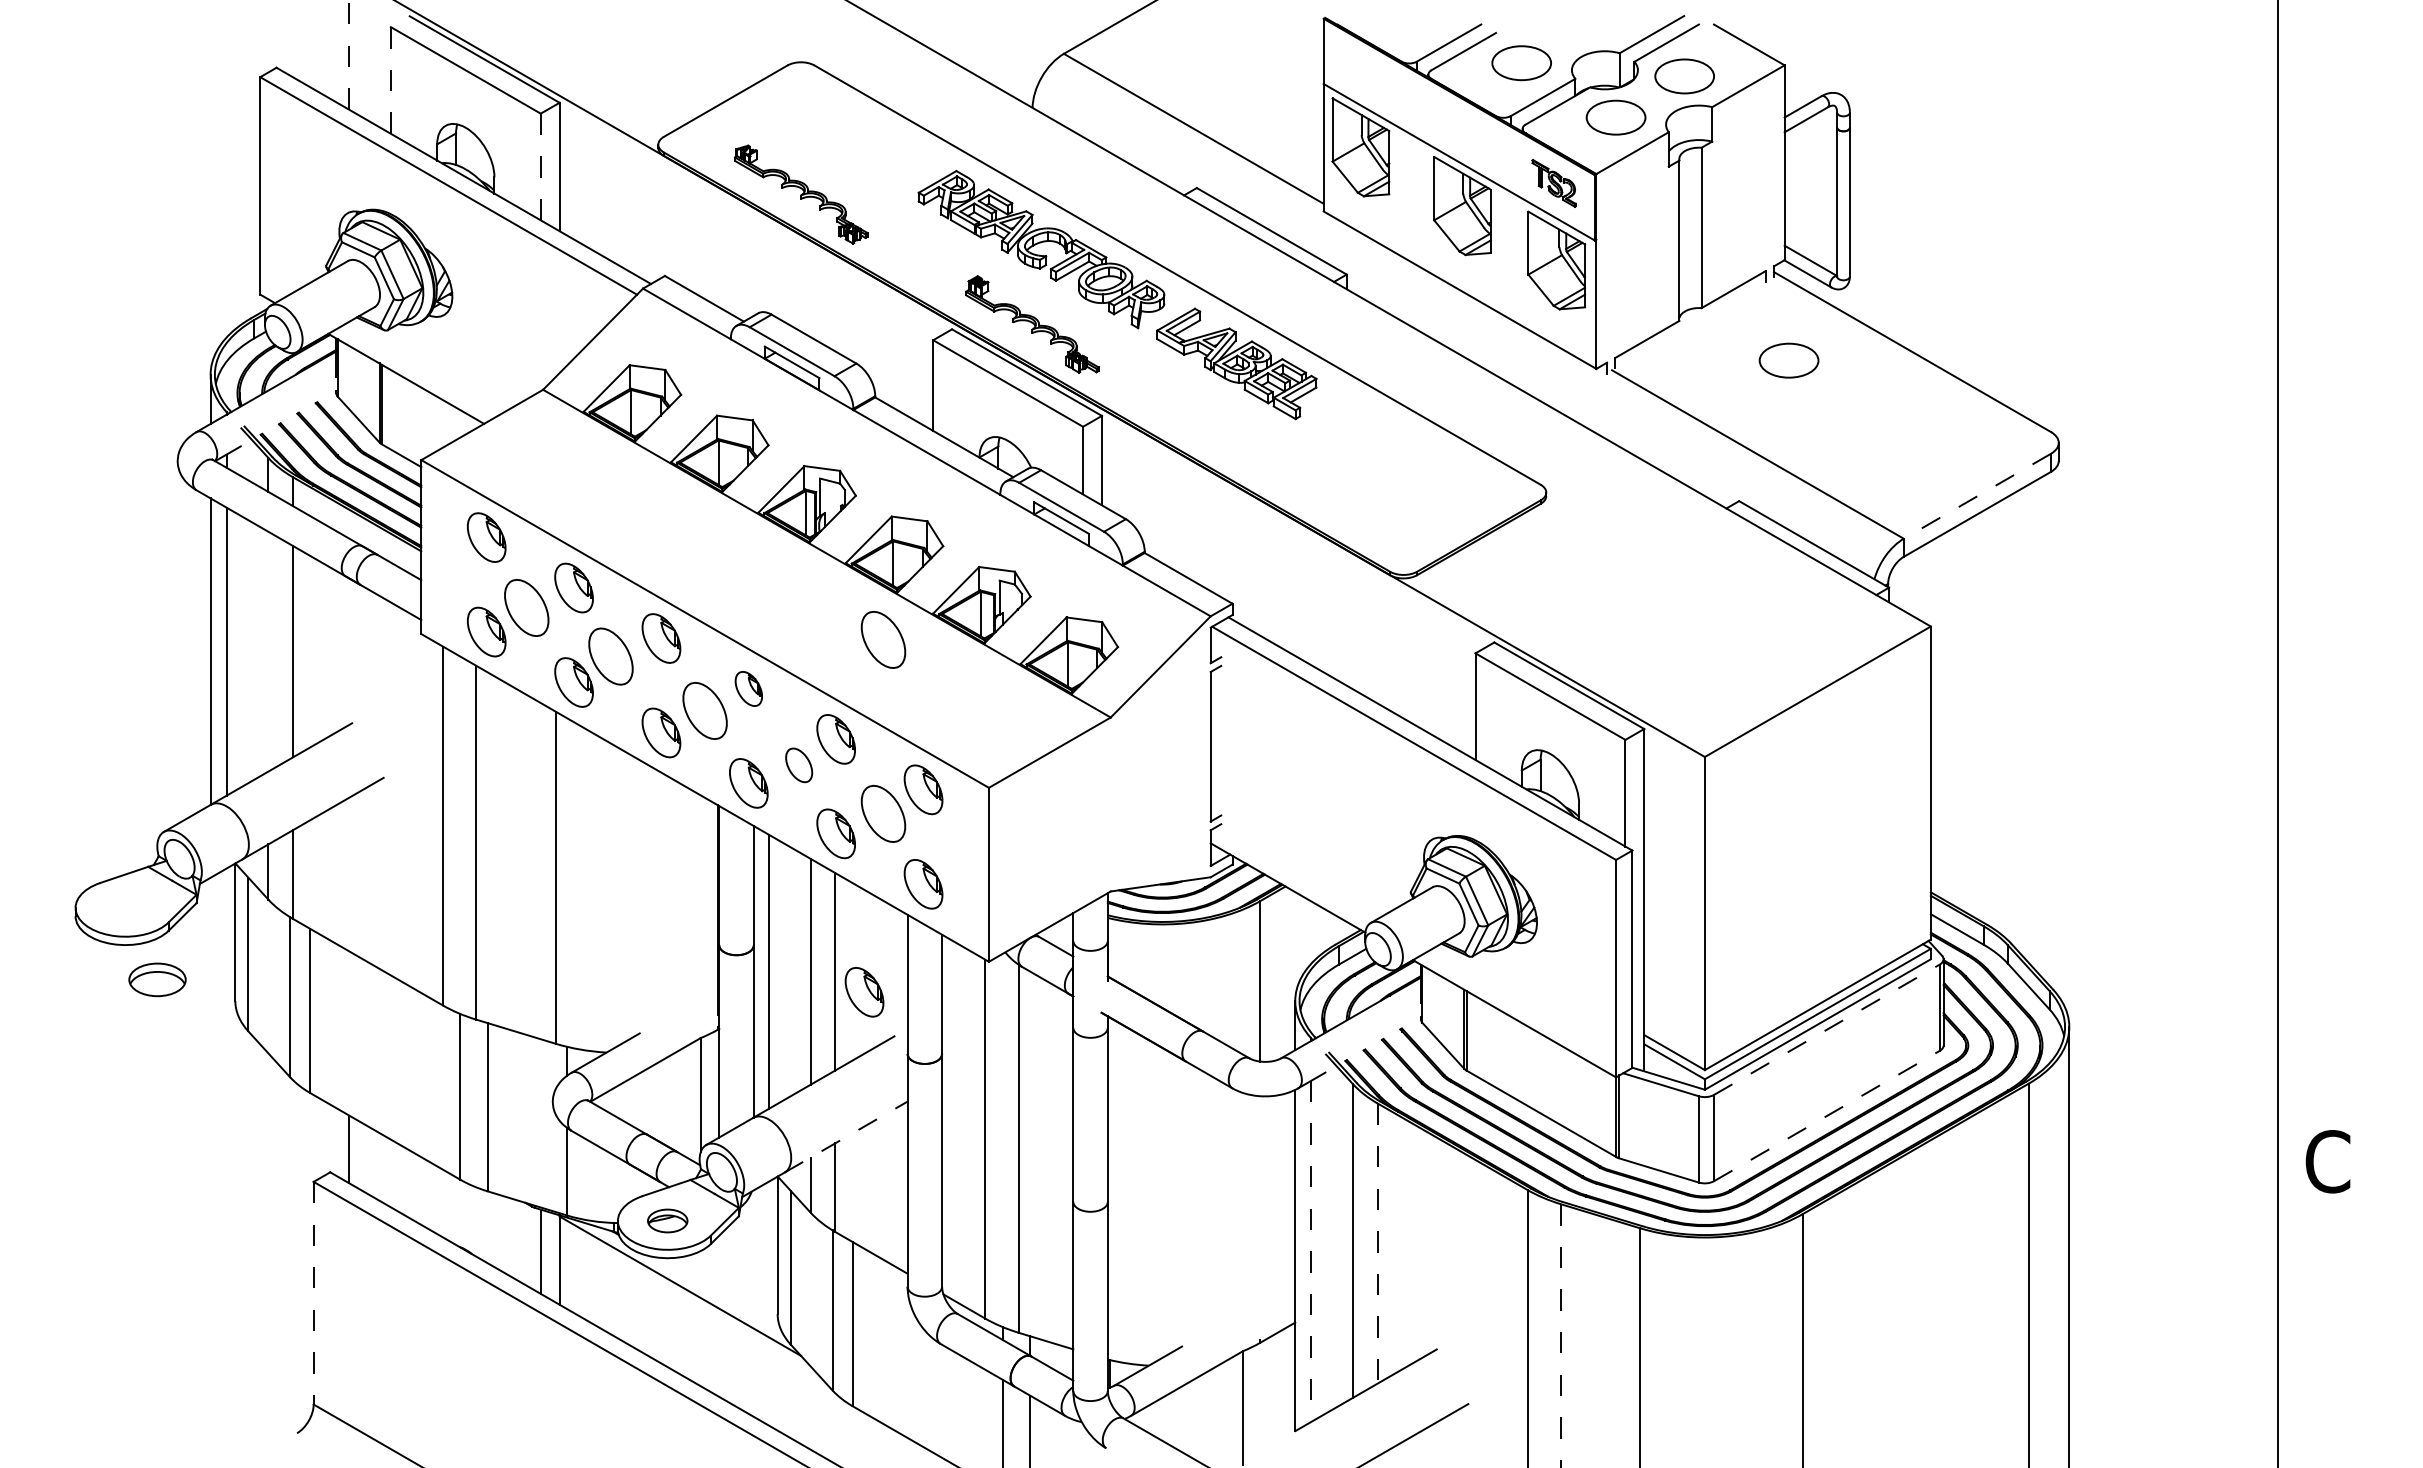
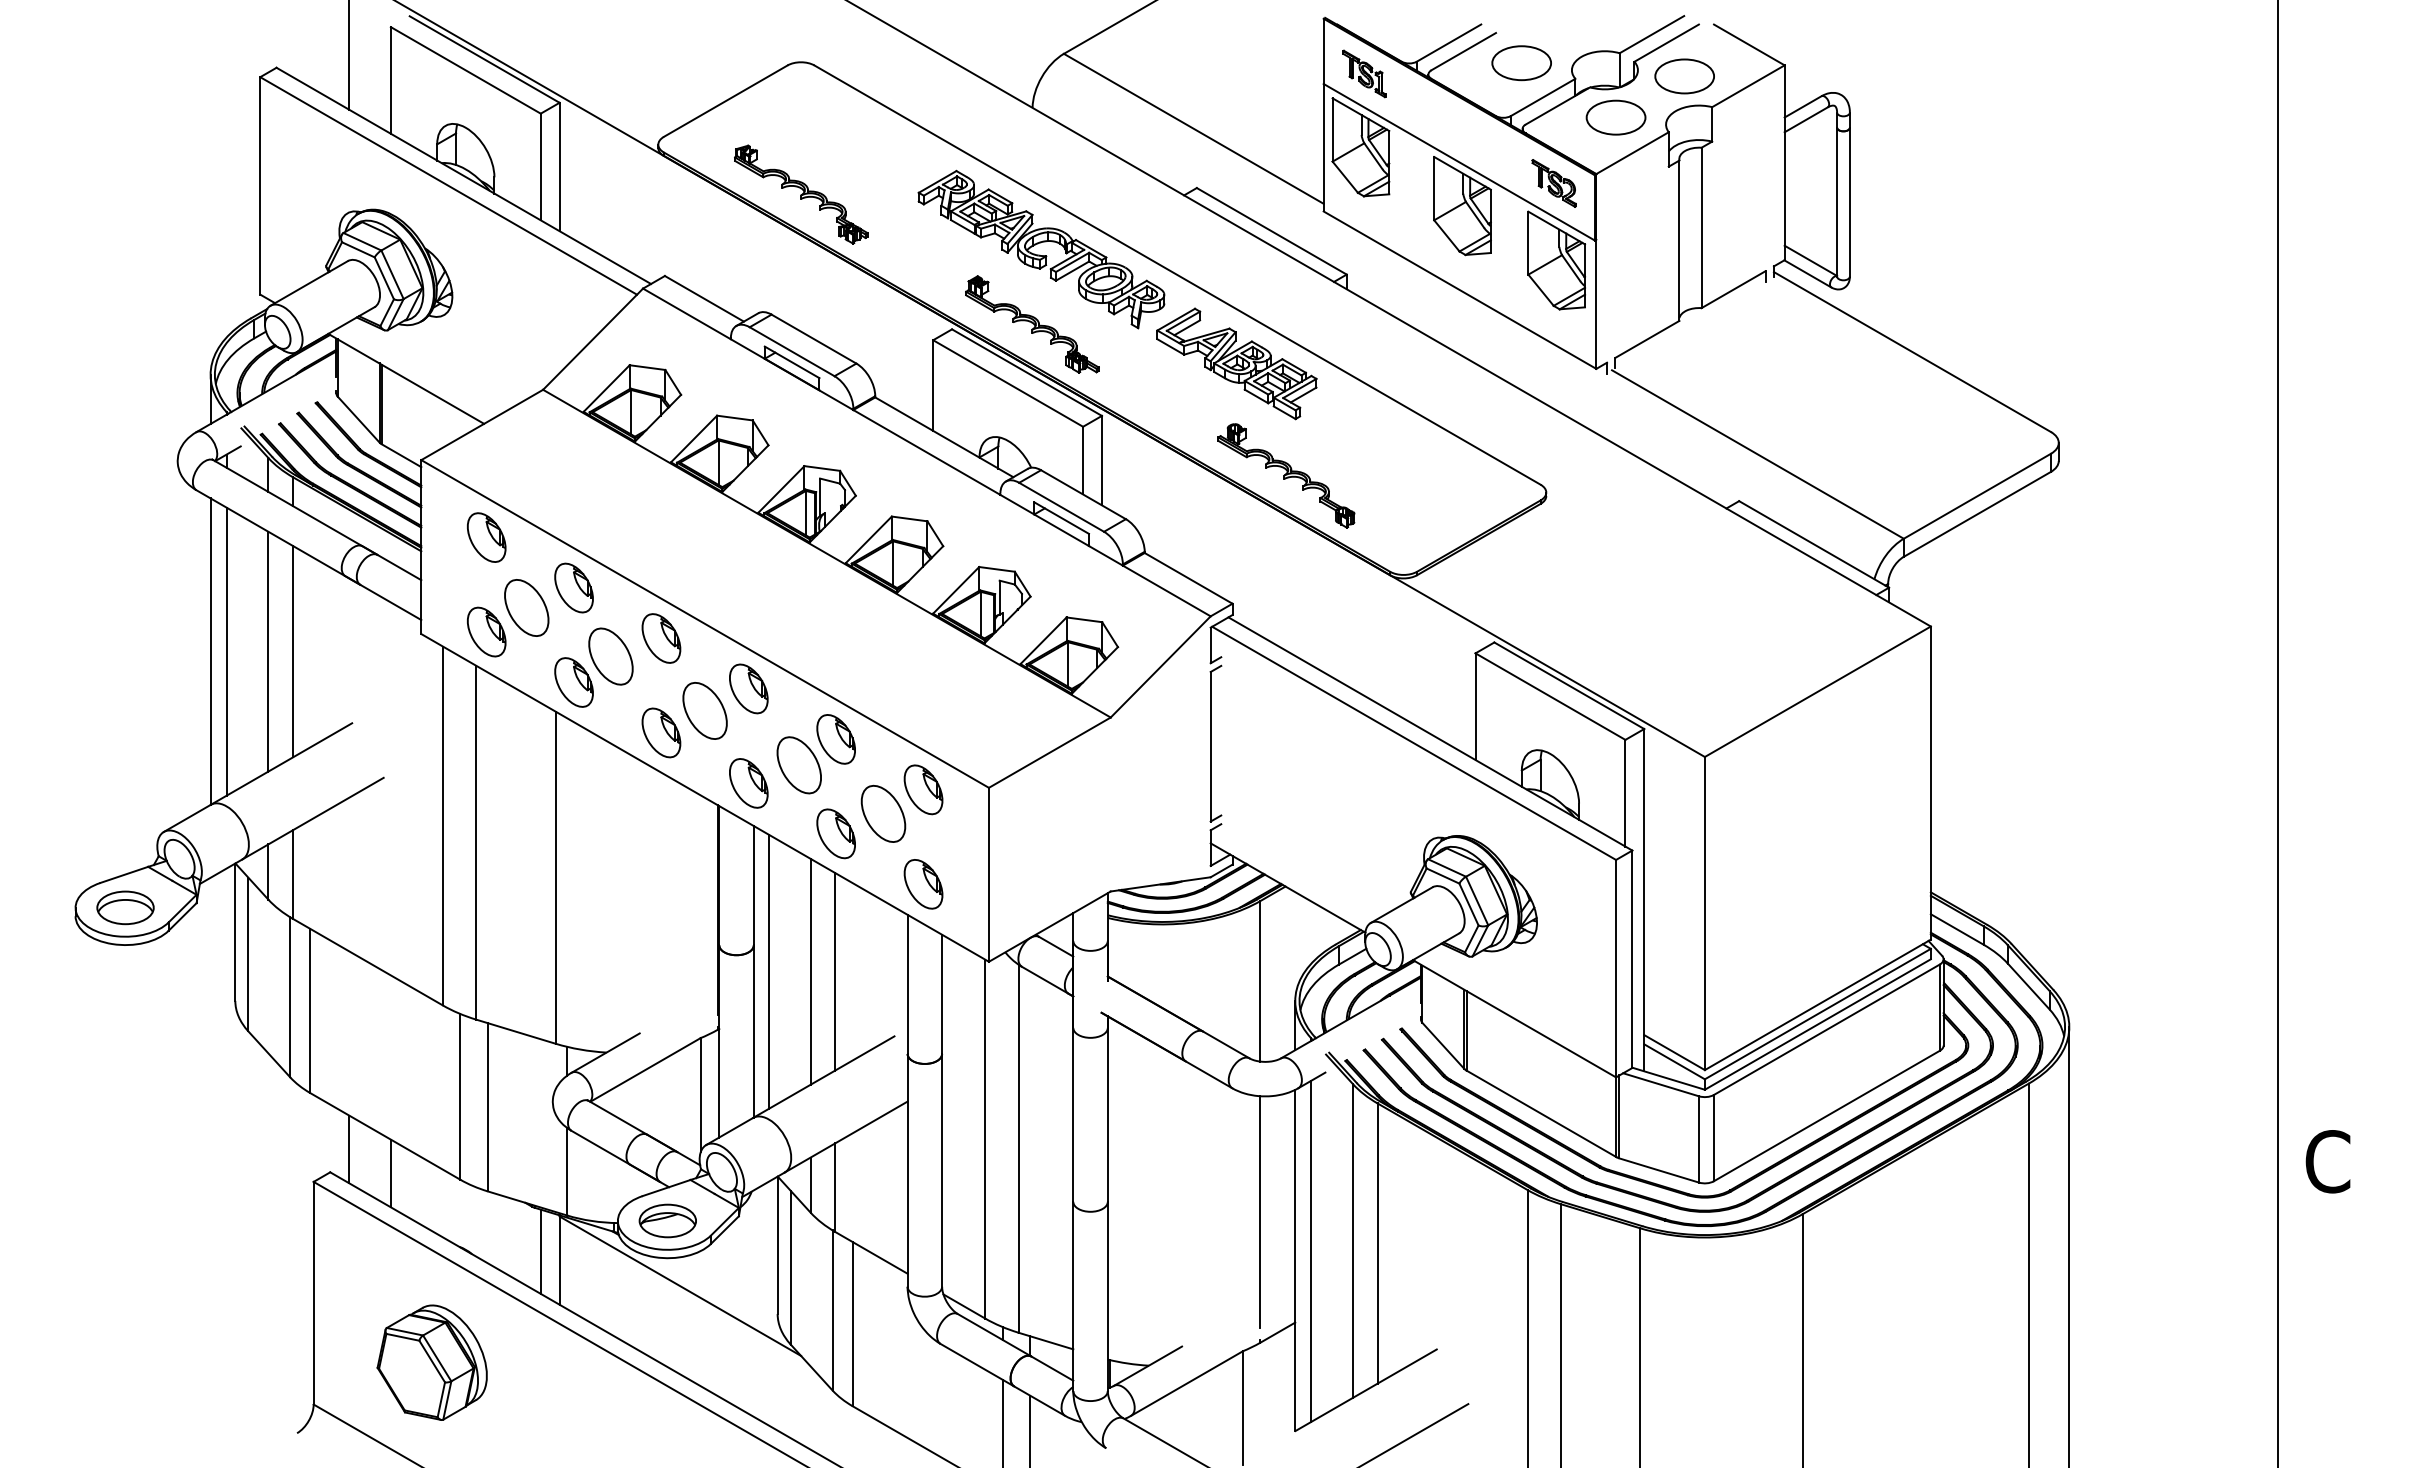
line at (349, 54): dashed -> solid
part at (1364, 73): none -> present
line at (390, 79): dashed -> solid
line at (540, 167): dashed -> solid
part at (1788, 360): present -> none
part at (1286, 475): none -> present
line at (1977, 496): dashed -> solid
part at (883, 639): present -> none
line at (268, 651): none -> present
part at (748, 688) size: 29x36 px -> 40x52 px
part at (799, 765) size: 29x37 px -> 46x59 px
part at (157, 979) position: (157, 979) -> (125, 907)
part at (864, 992): present -> none
line at (1827, 1029): dashed -> solid
line at (1827, 1115): dashed -> solid
line at (846, 1137): dashed -> solid
line at (390, 1173): none -> present
line at (1260, 1211): none -> present
part at (667, 1220) size: 42x26 px -> 59x36 px
line at (1377, 1244): dashed -> solid
line at (1311, 1251): dashed -> solid
line at (313, 1293): dashed -> solid
line at (1560, 1336): dashed -> solid
part at (431, 1362): none -> present
